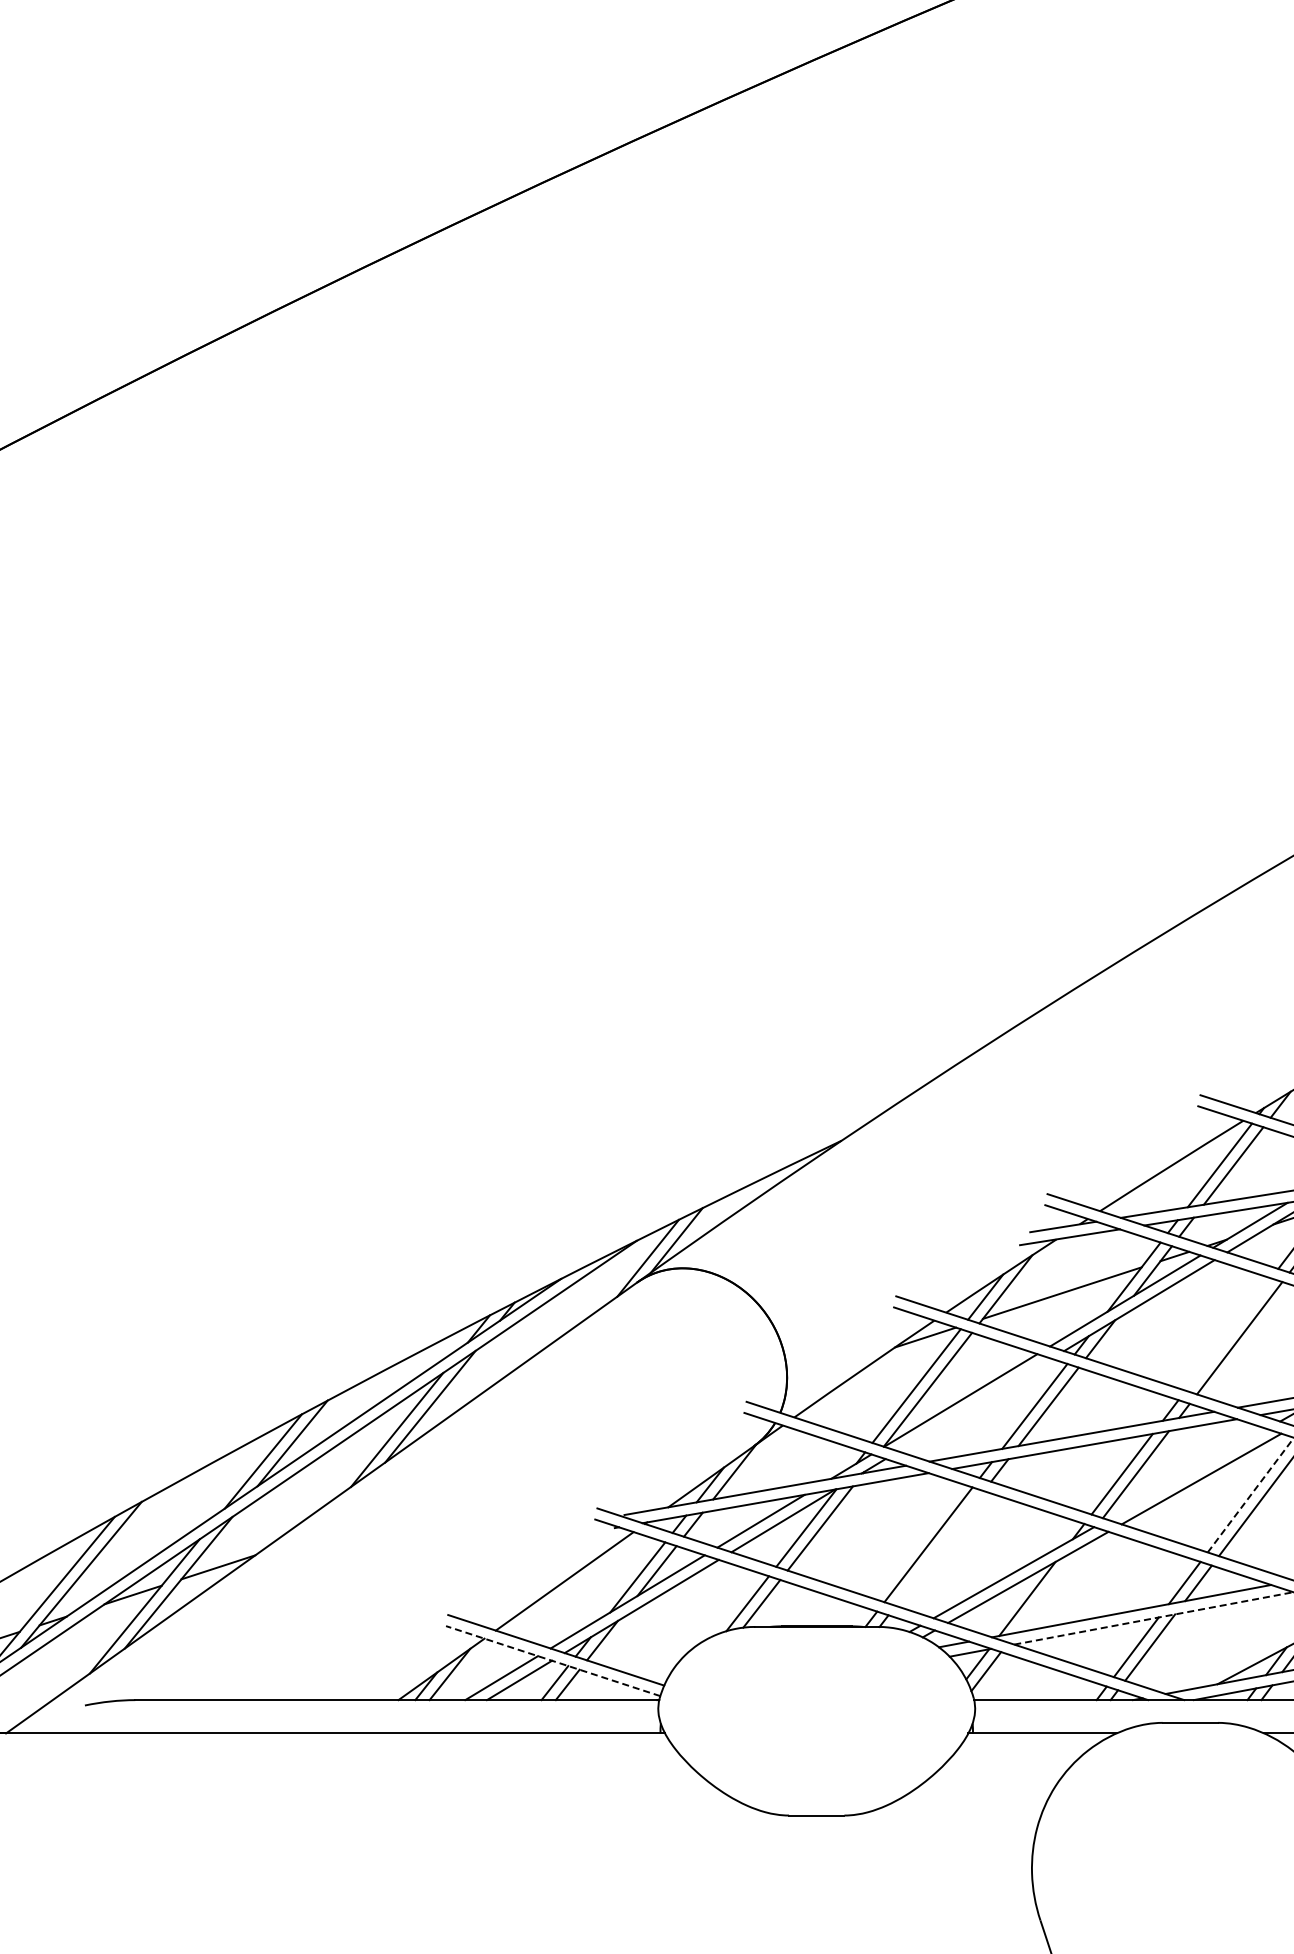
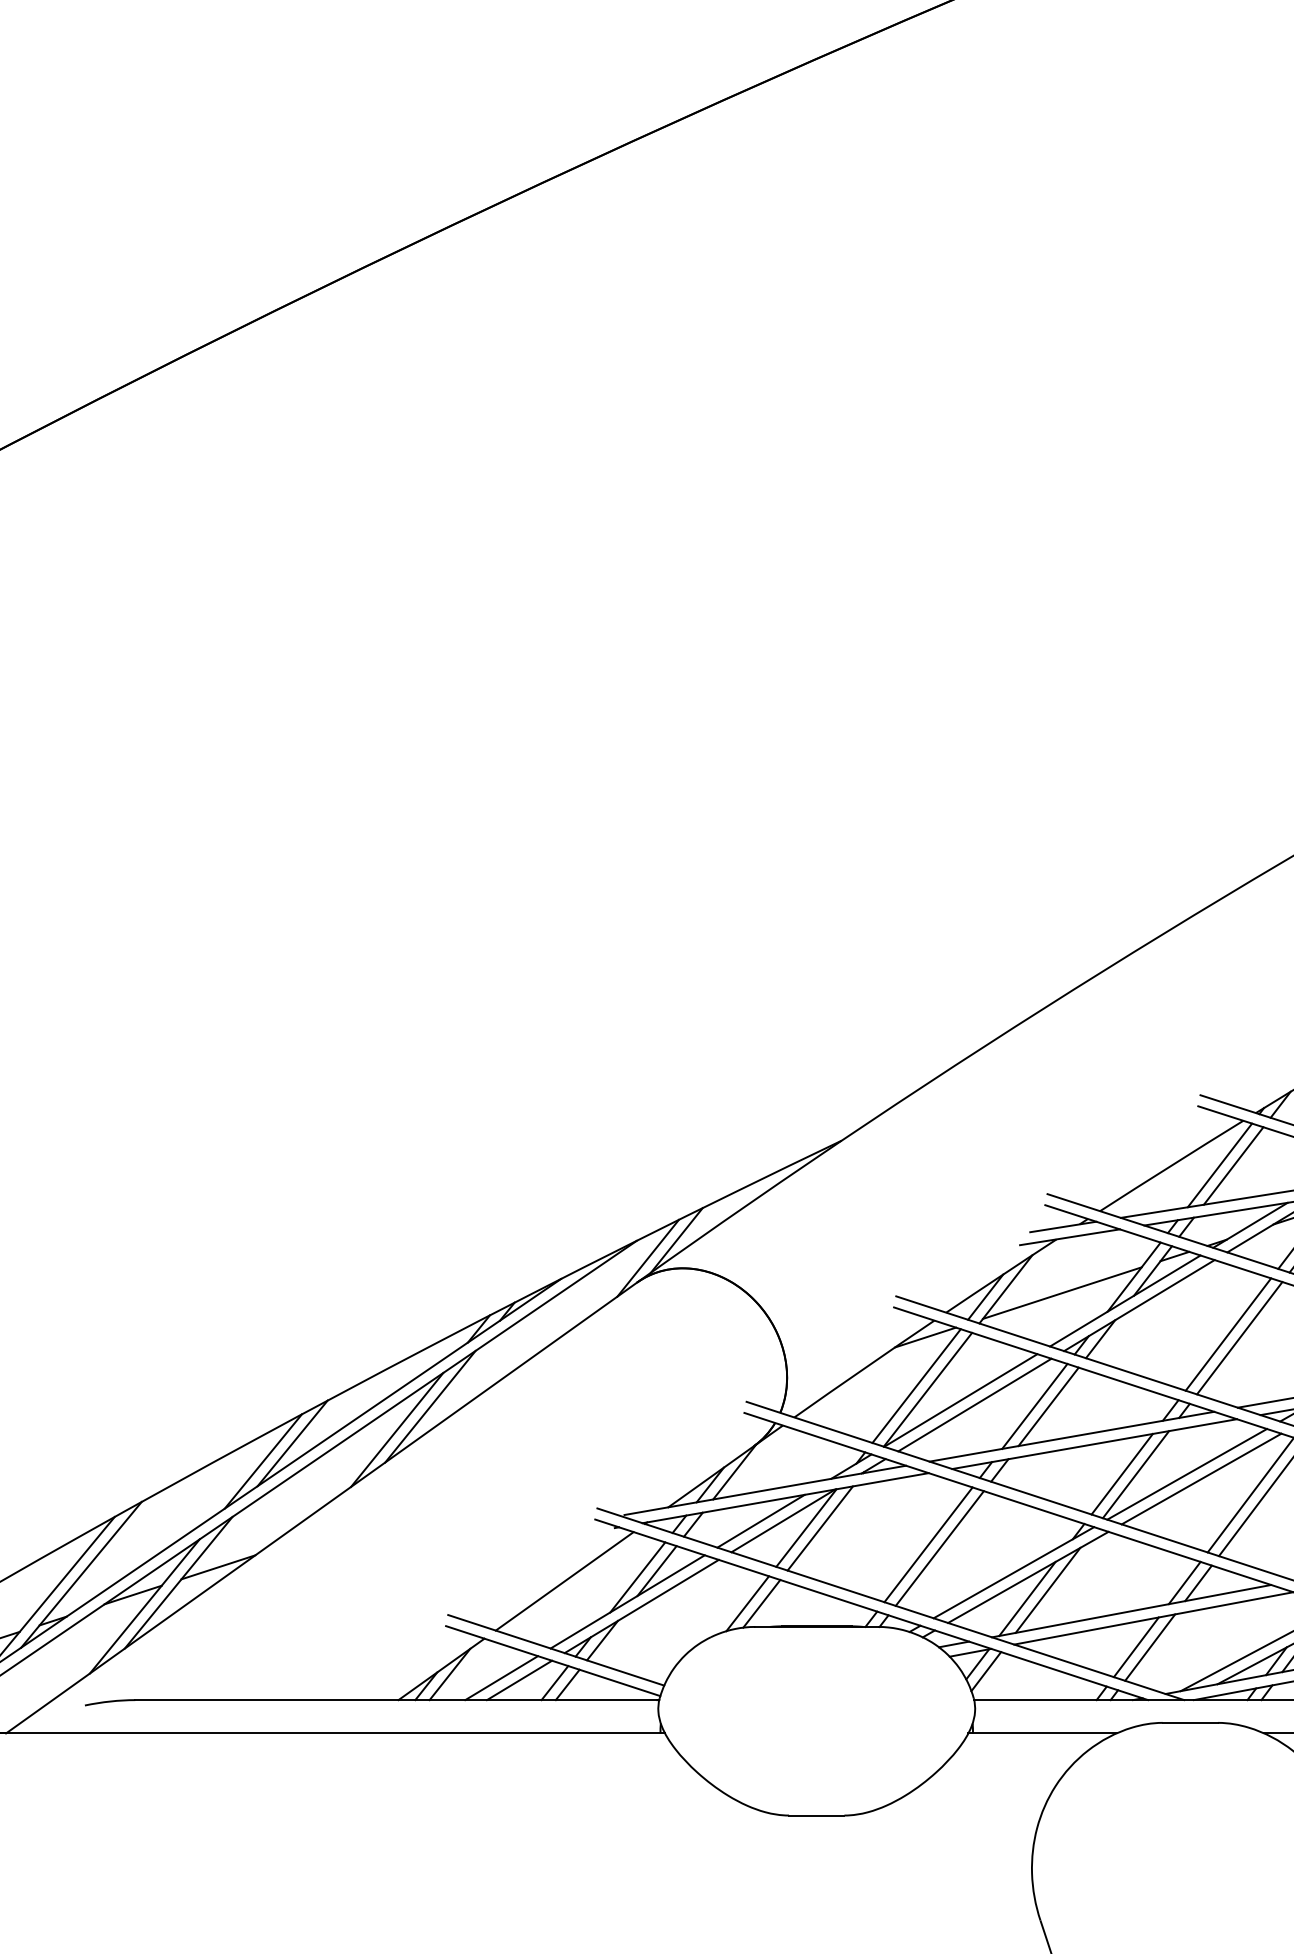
line at (1228, 1334): none -> present
line at (974, 1404): none -> present
line at (1187, 1474): none -> present
line at (1250, 1495): dashed -> solid
line at (939, 1548): none -> present
line at (1047, 1589): none -> present
line at (1153, 1618): dashed -> solid
line at (553, 1661): dashed -> solid
line at (1235, 1661): none -> present
